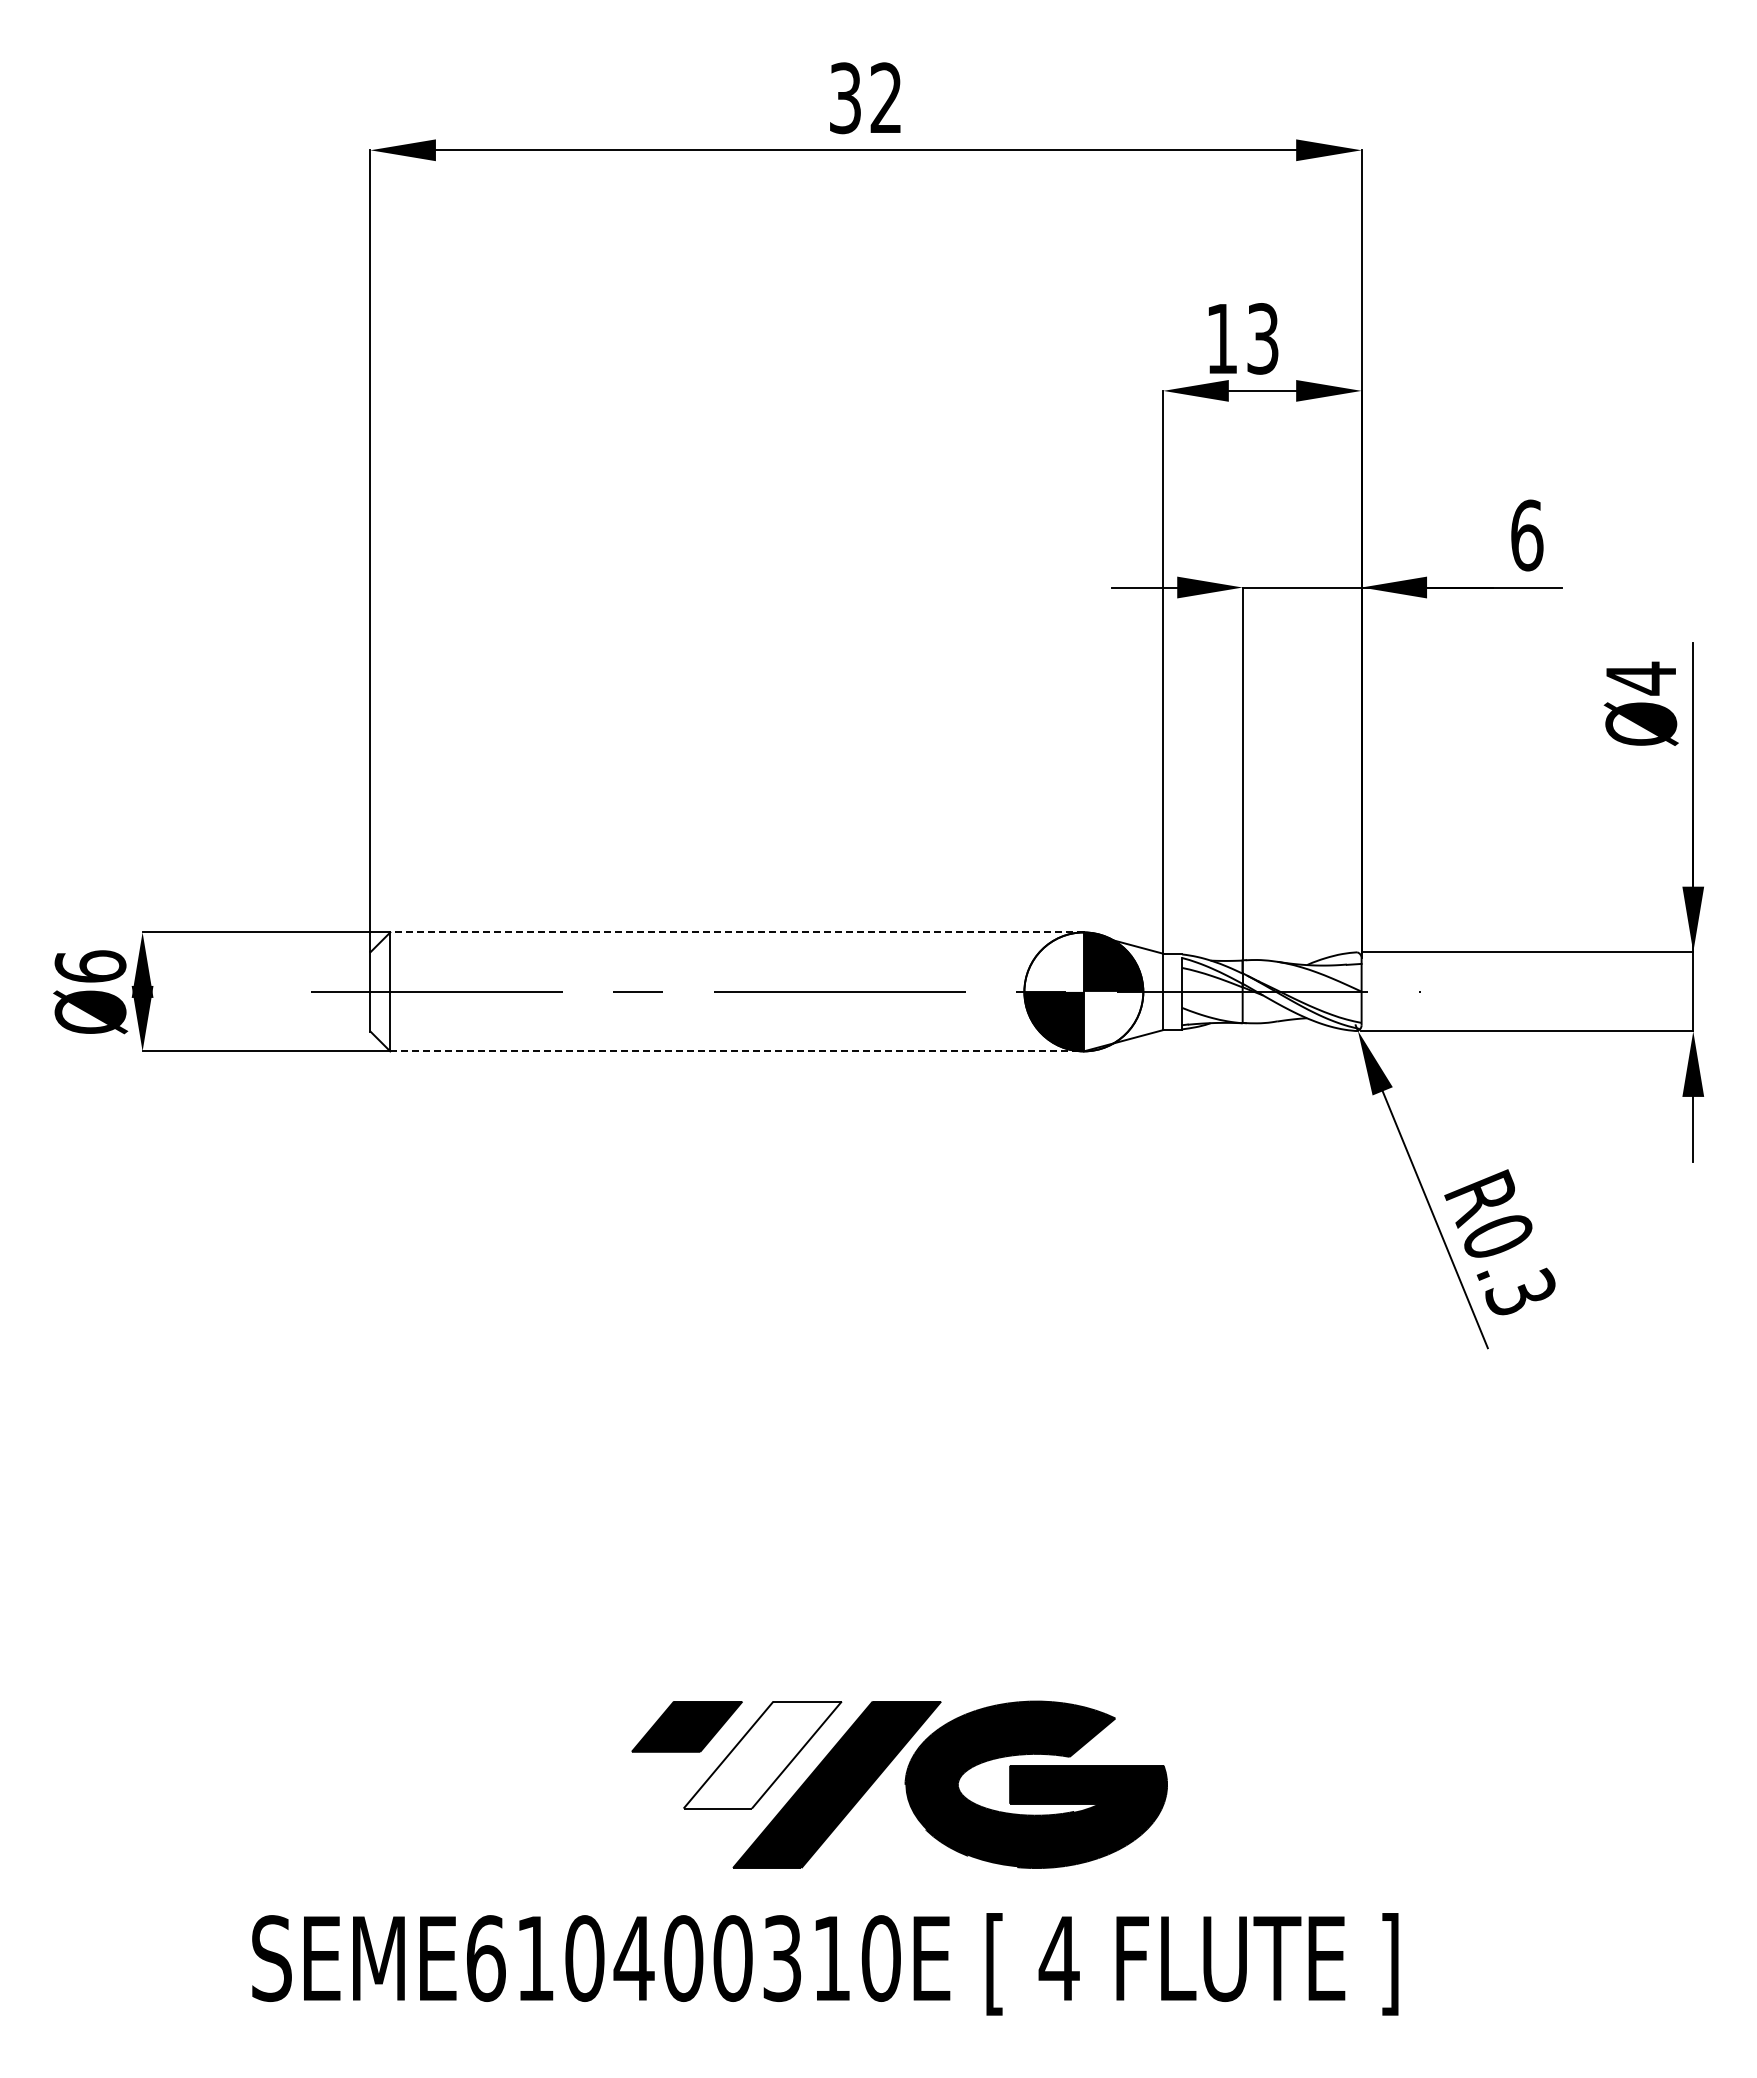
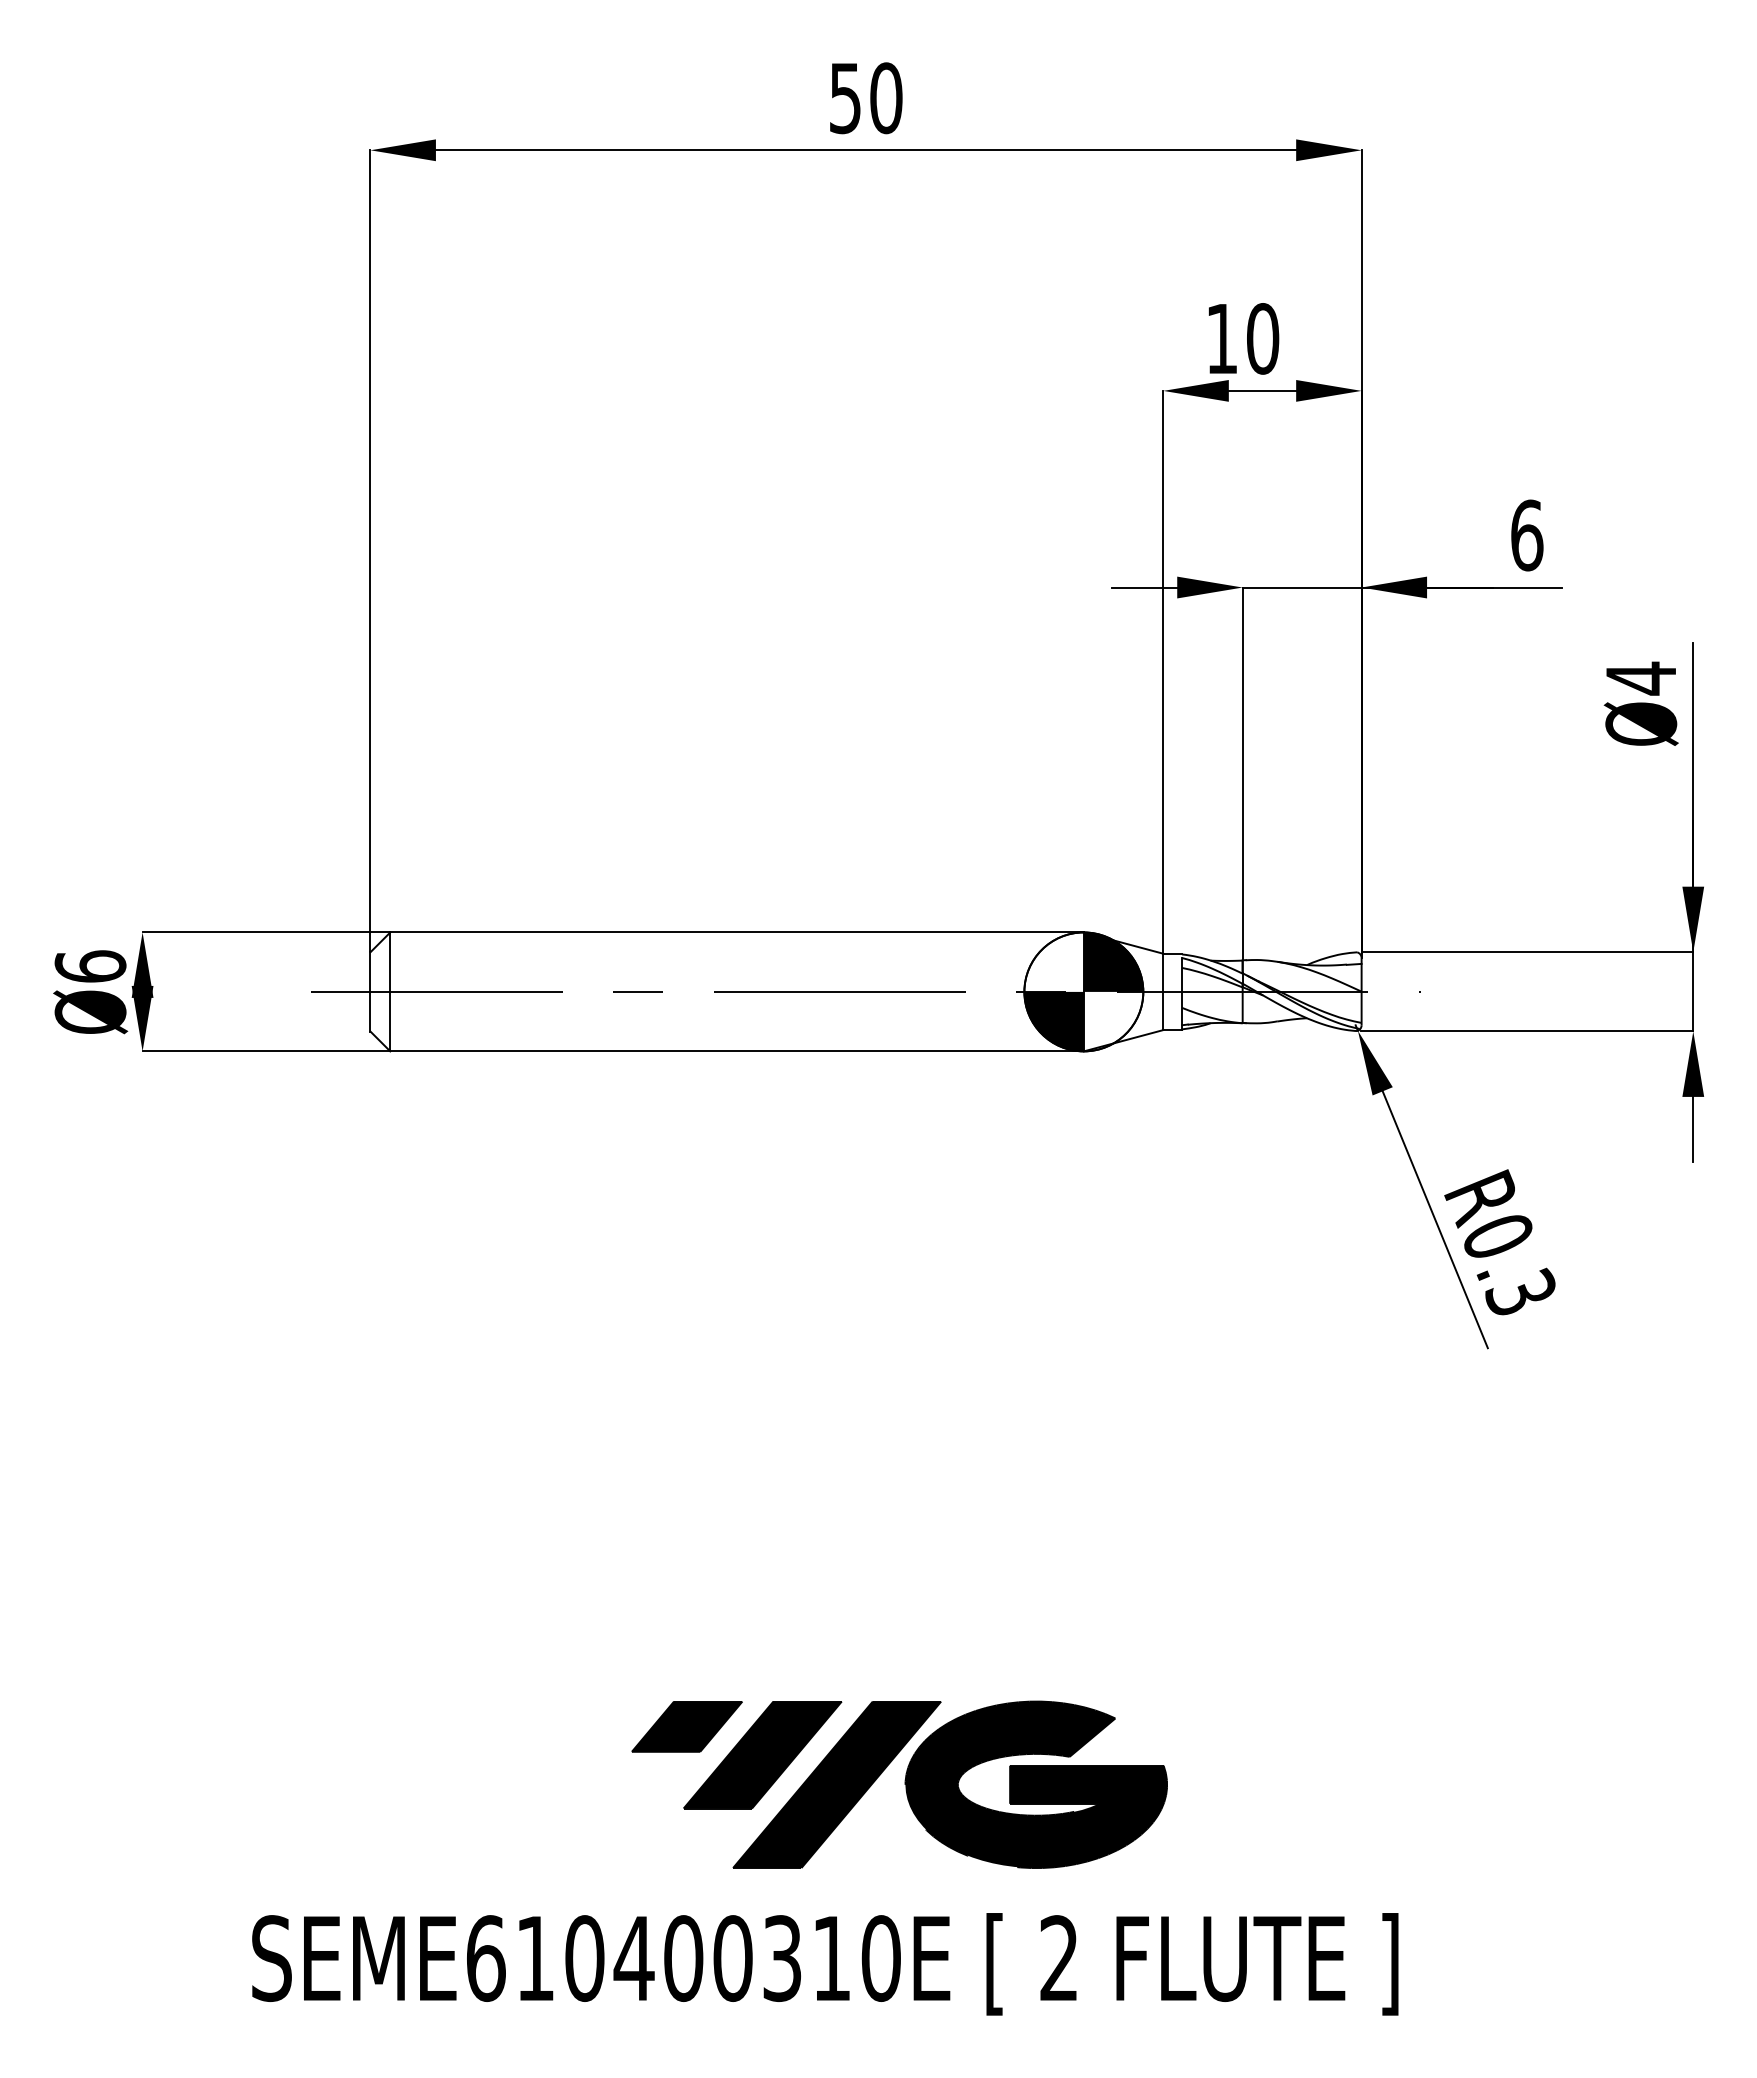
text at (866, 98): 32 -> 50
text at (1263, 338): 13 -> 10
line at (737, 932): dashed -> solid
line at (737, 1051): dashed -> solid
fill at (762, 1754): none -> present
text at (1058, 1957): 4 -> 2
